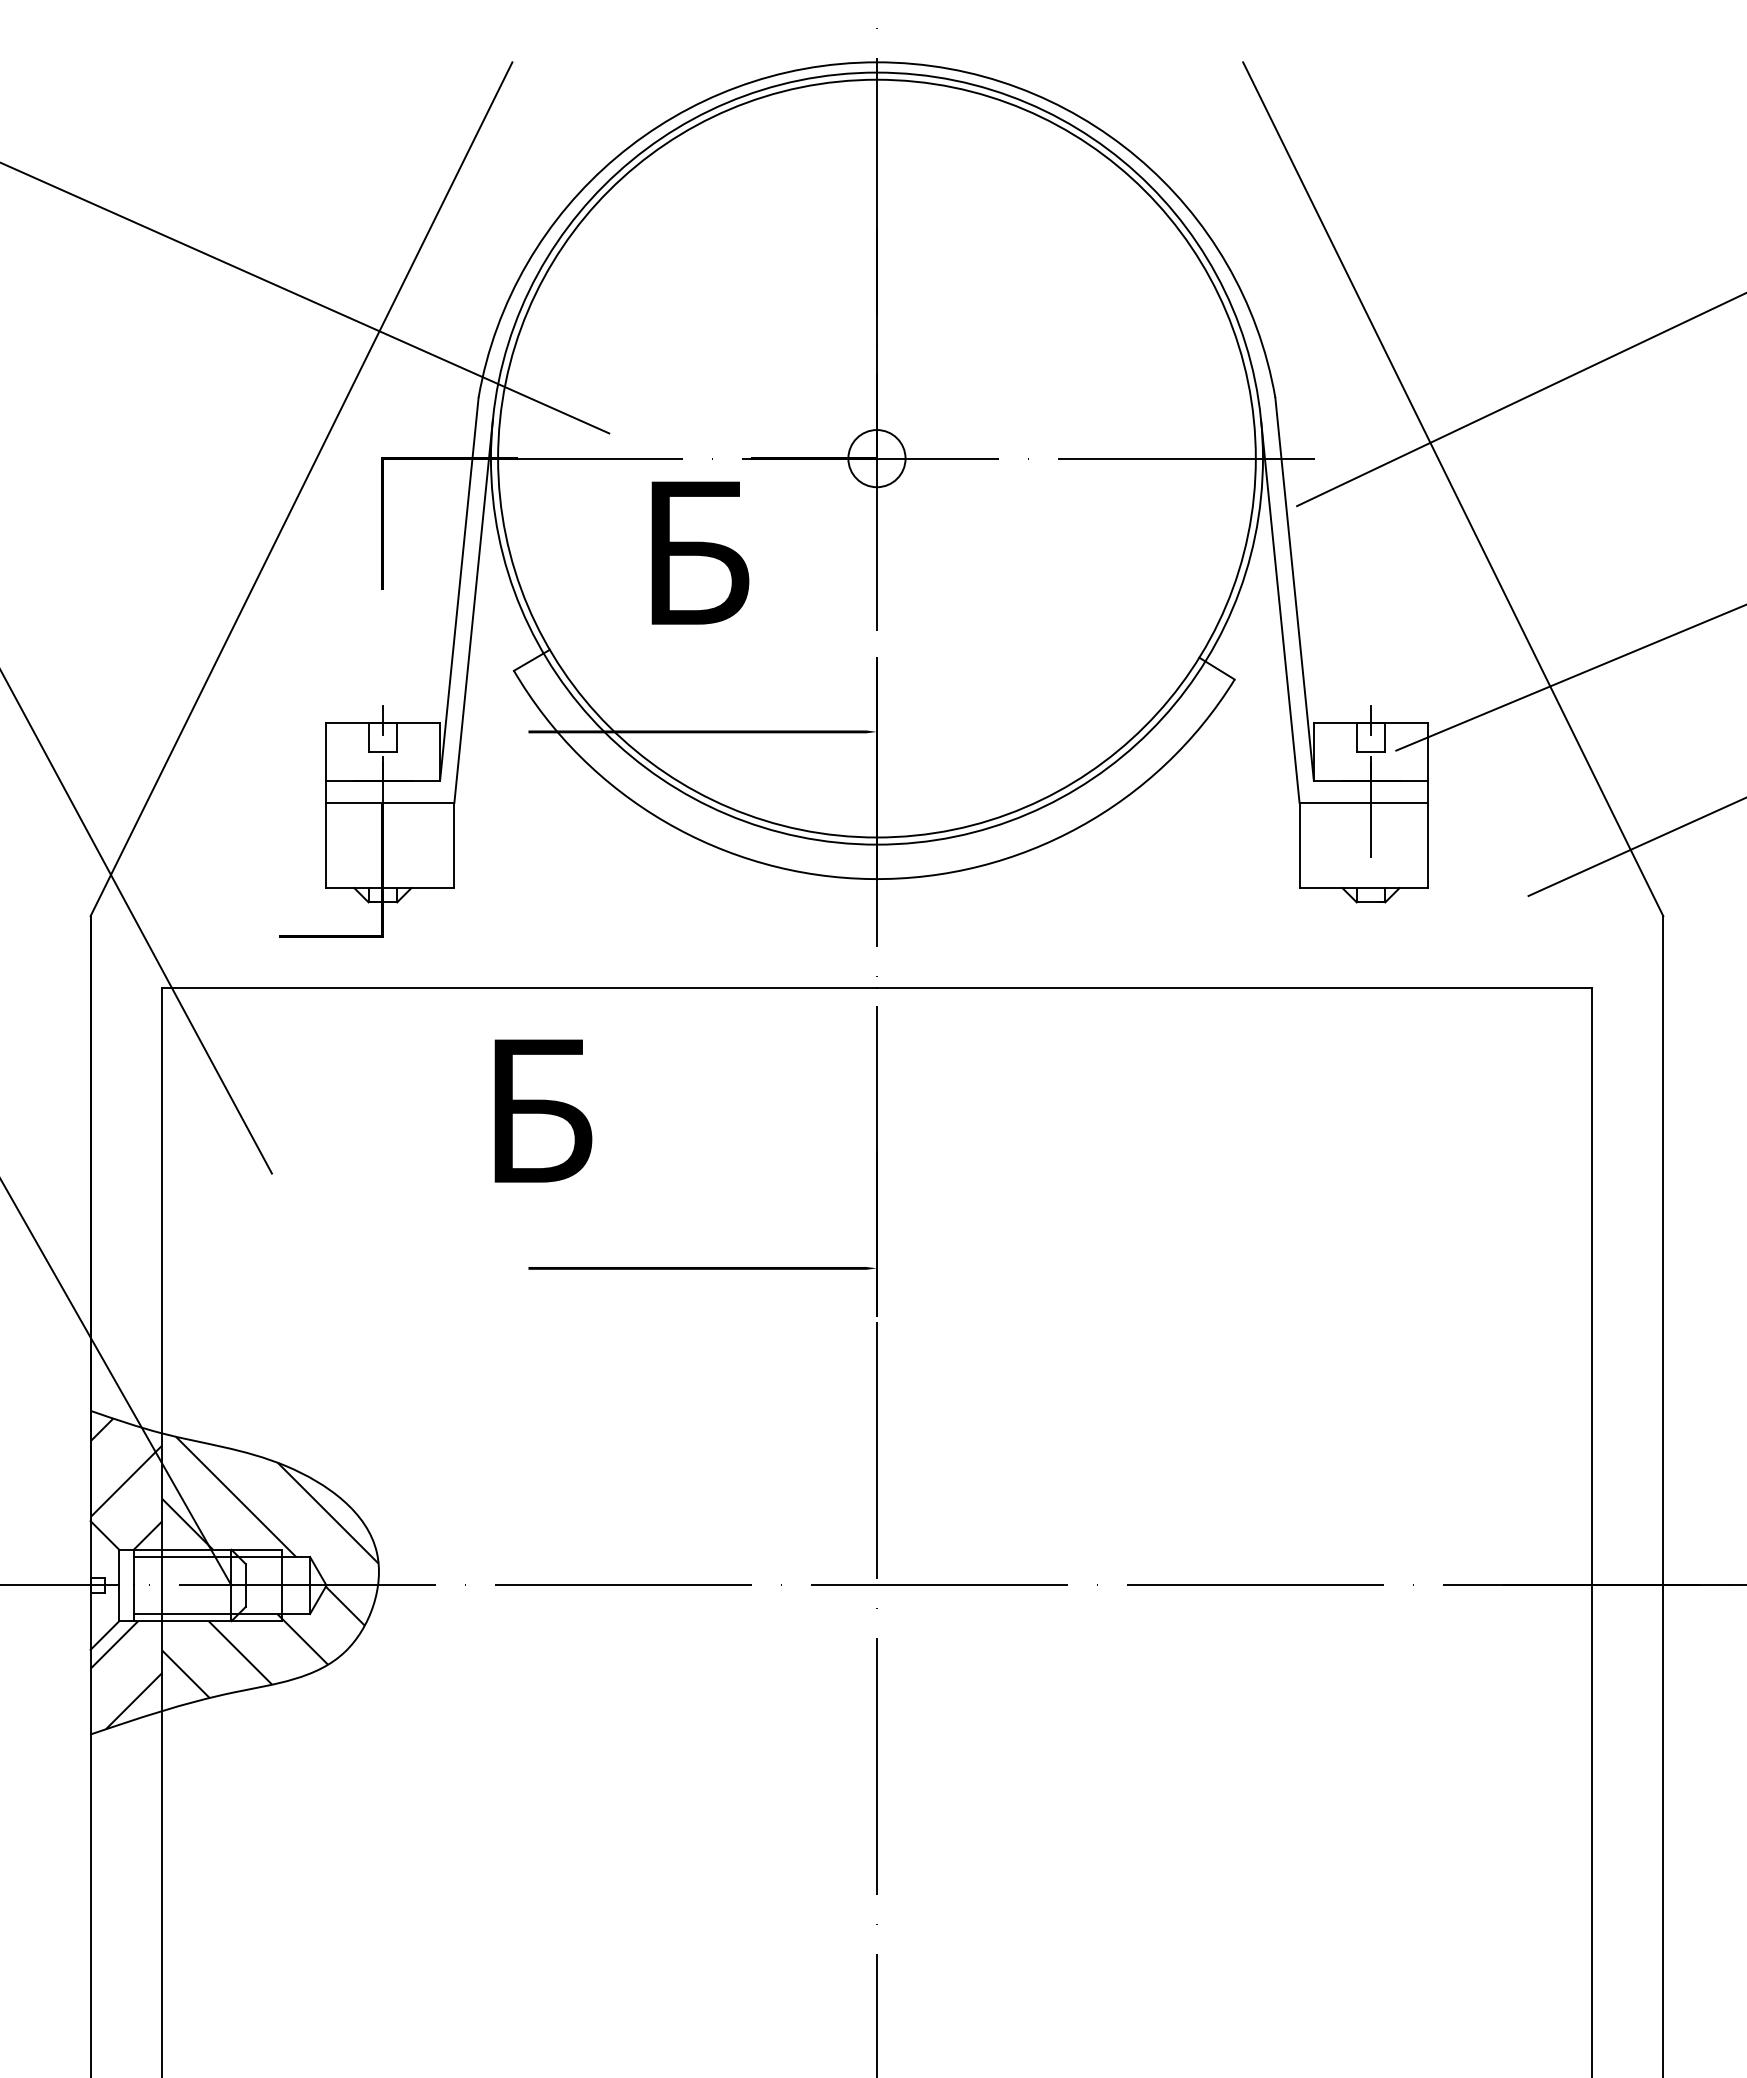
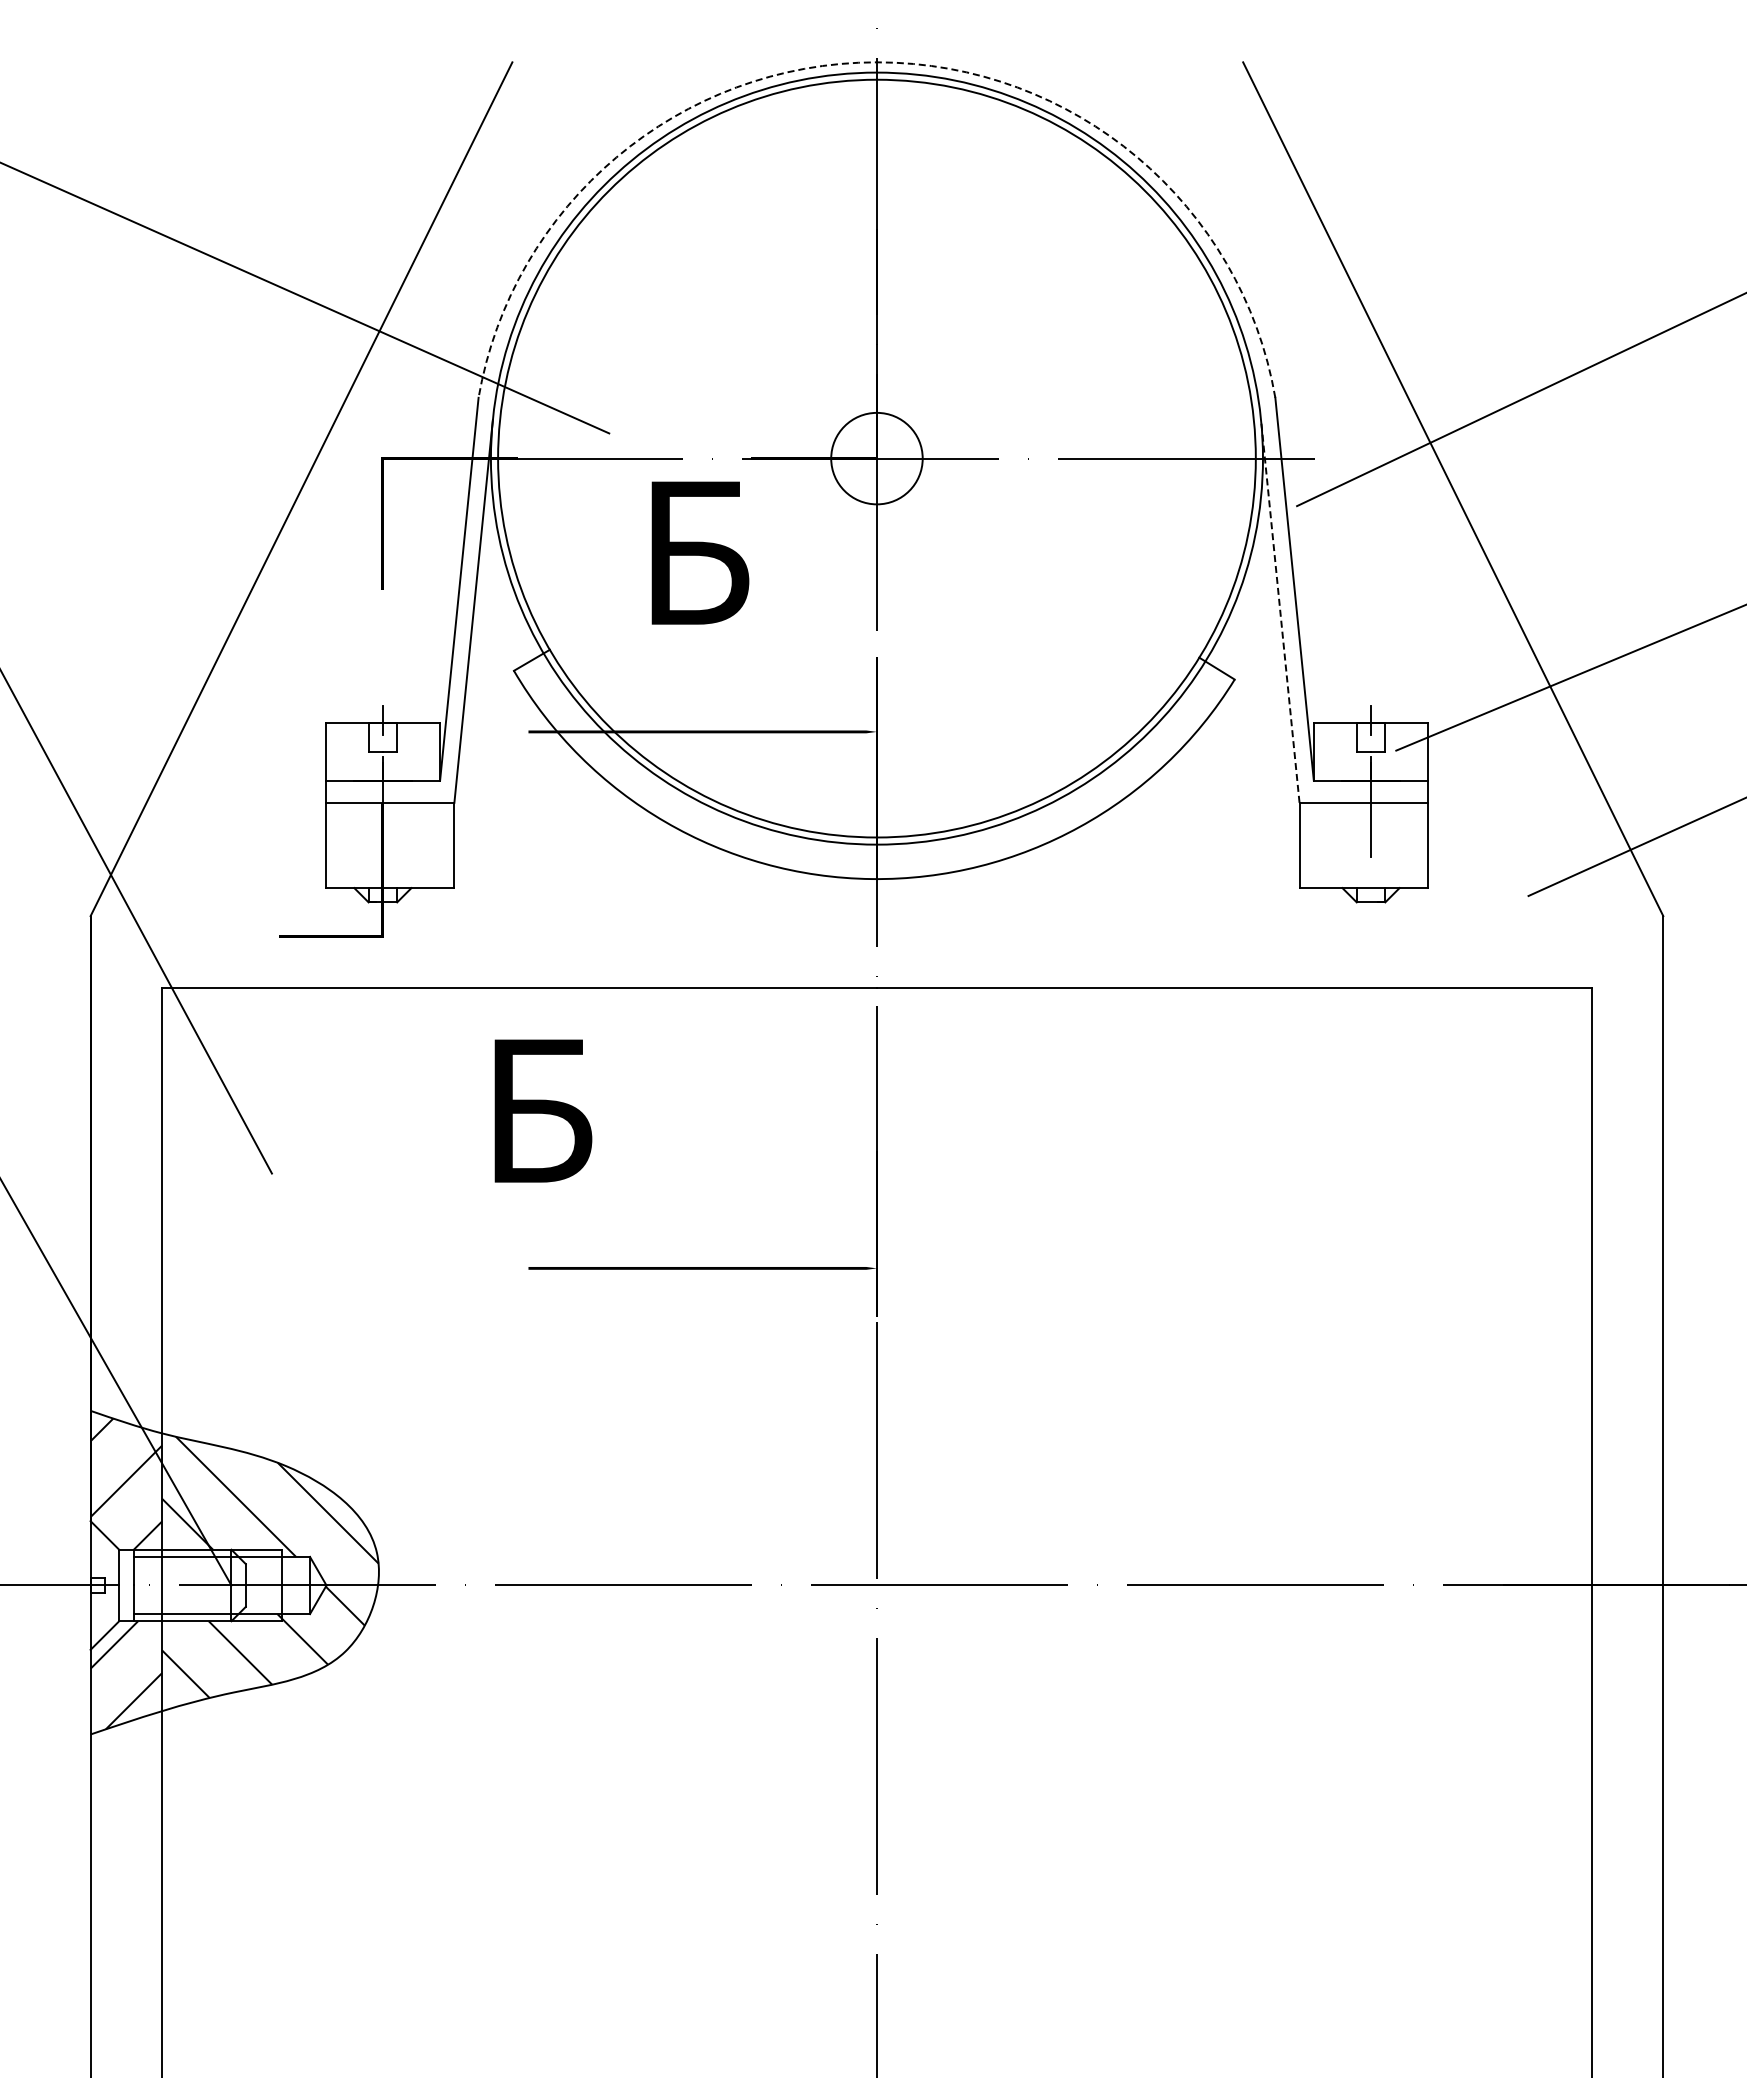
arc at (876, 62): solid -> dashed
circle at (876, 458) diameter: 57 px -> 92 px
line at (1280, 610): solid -> dashed
